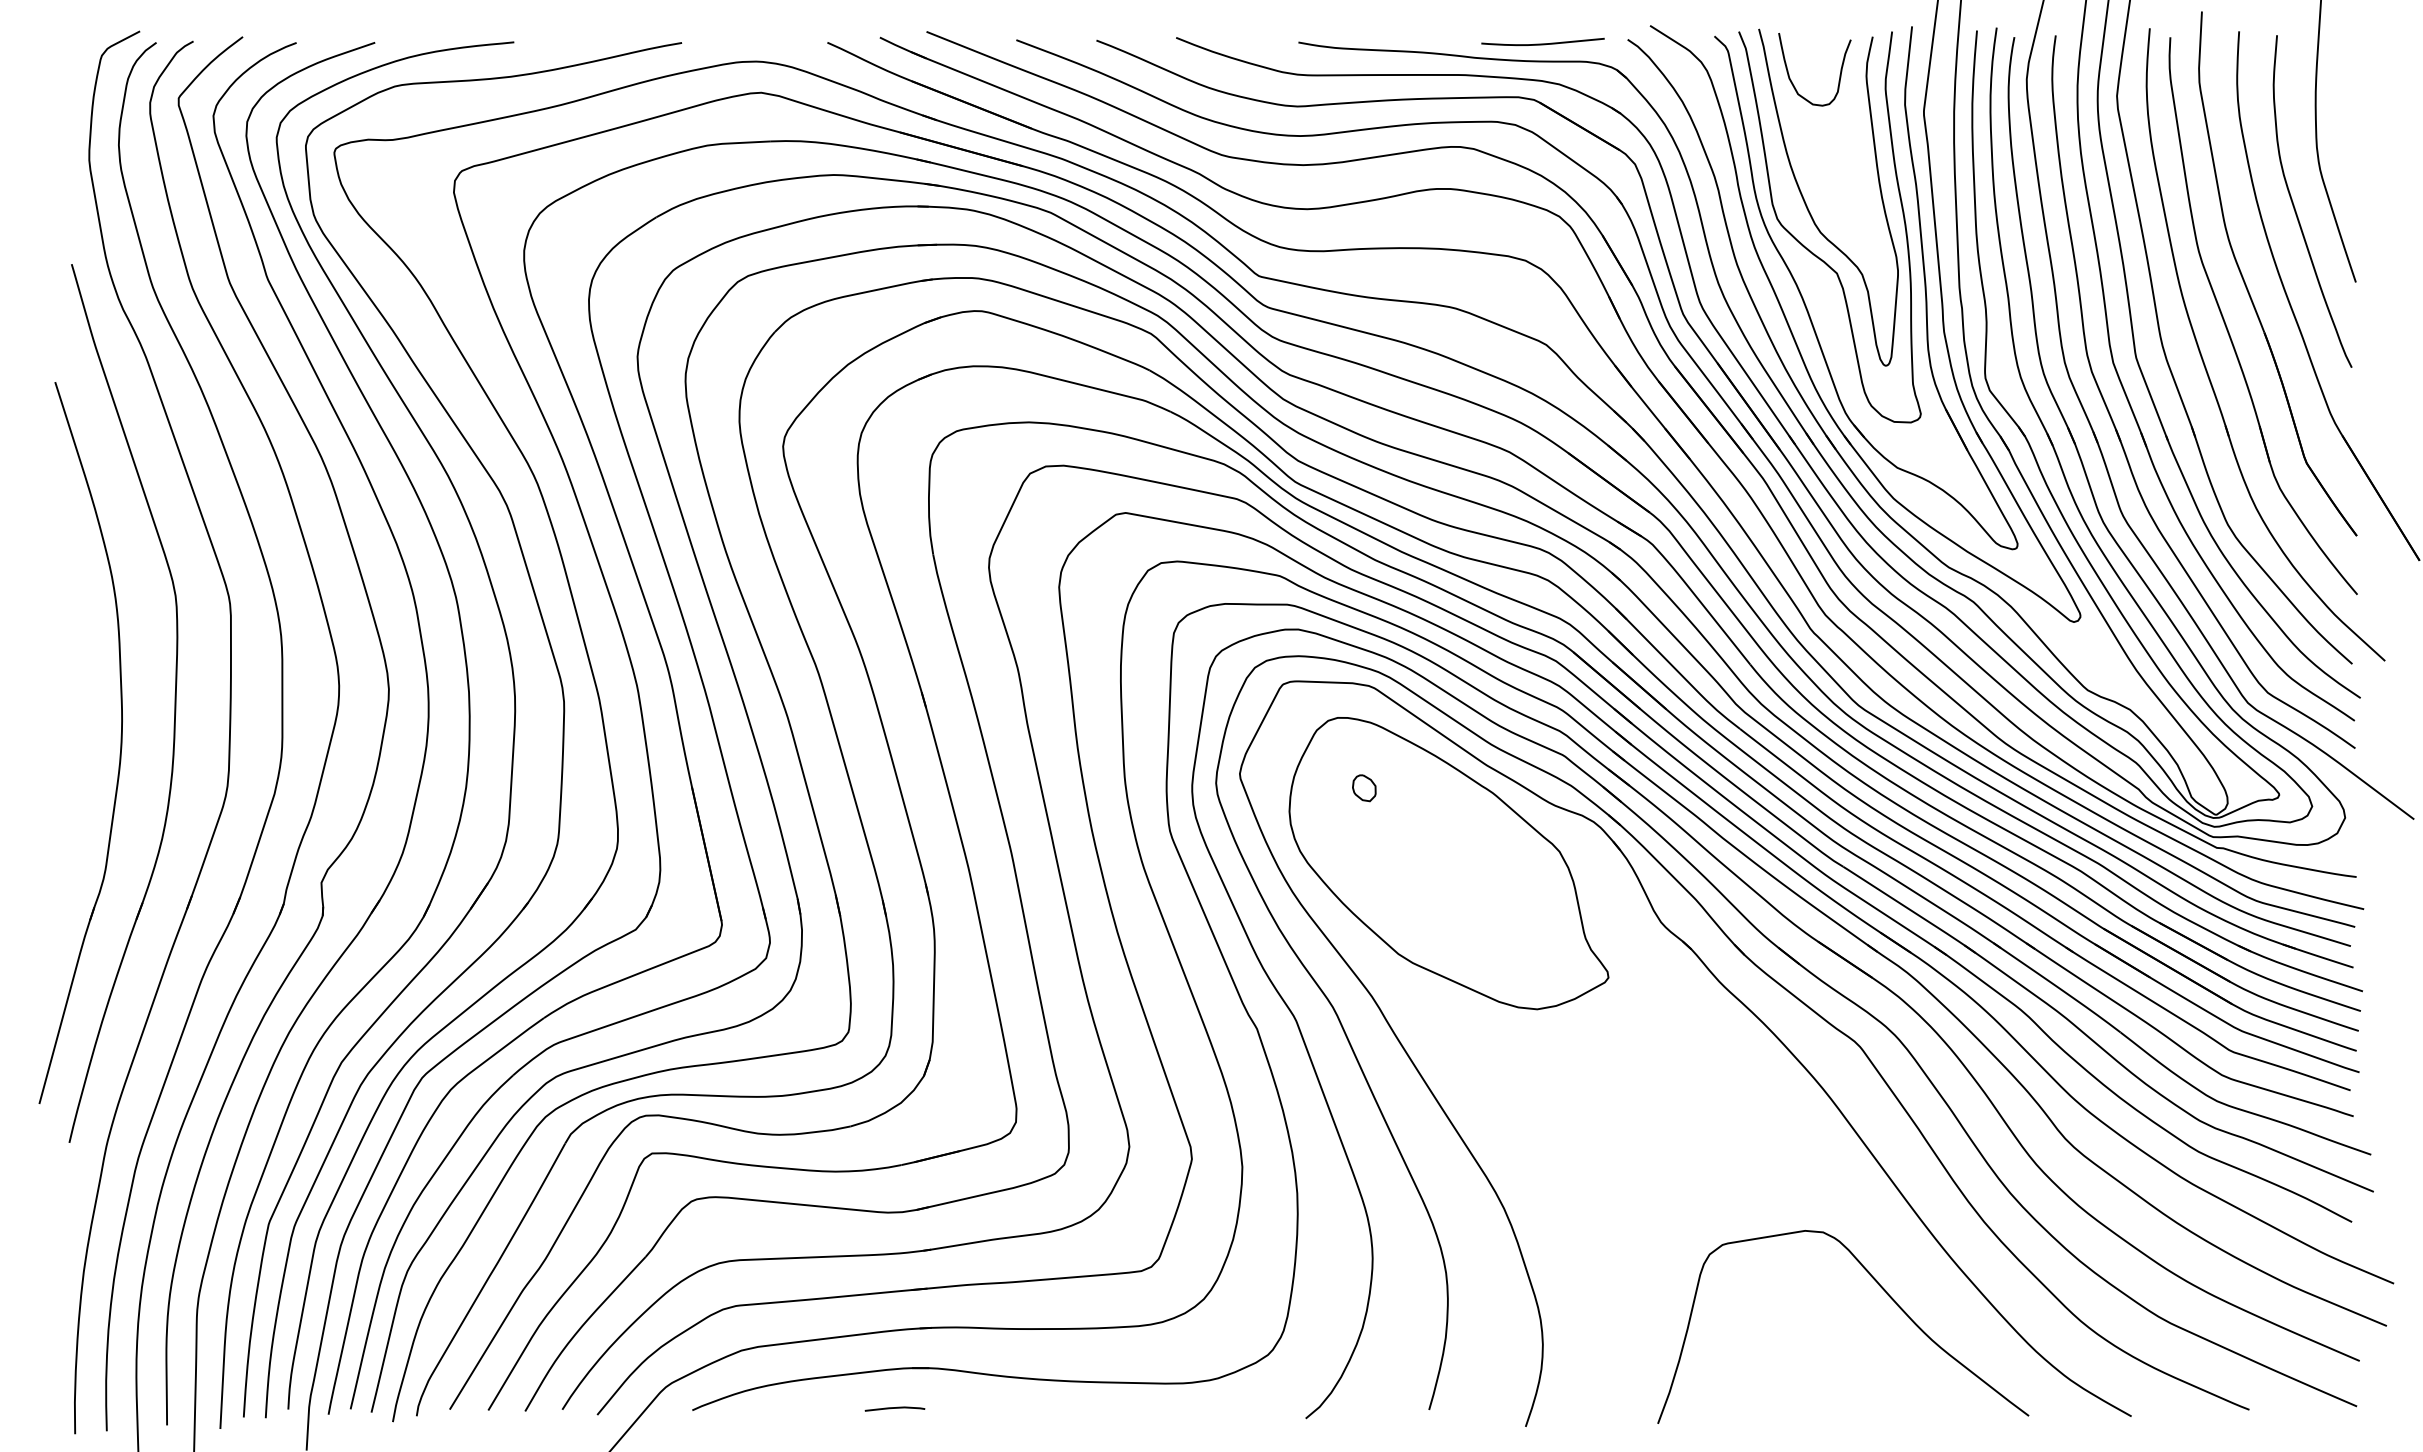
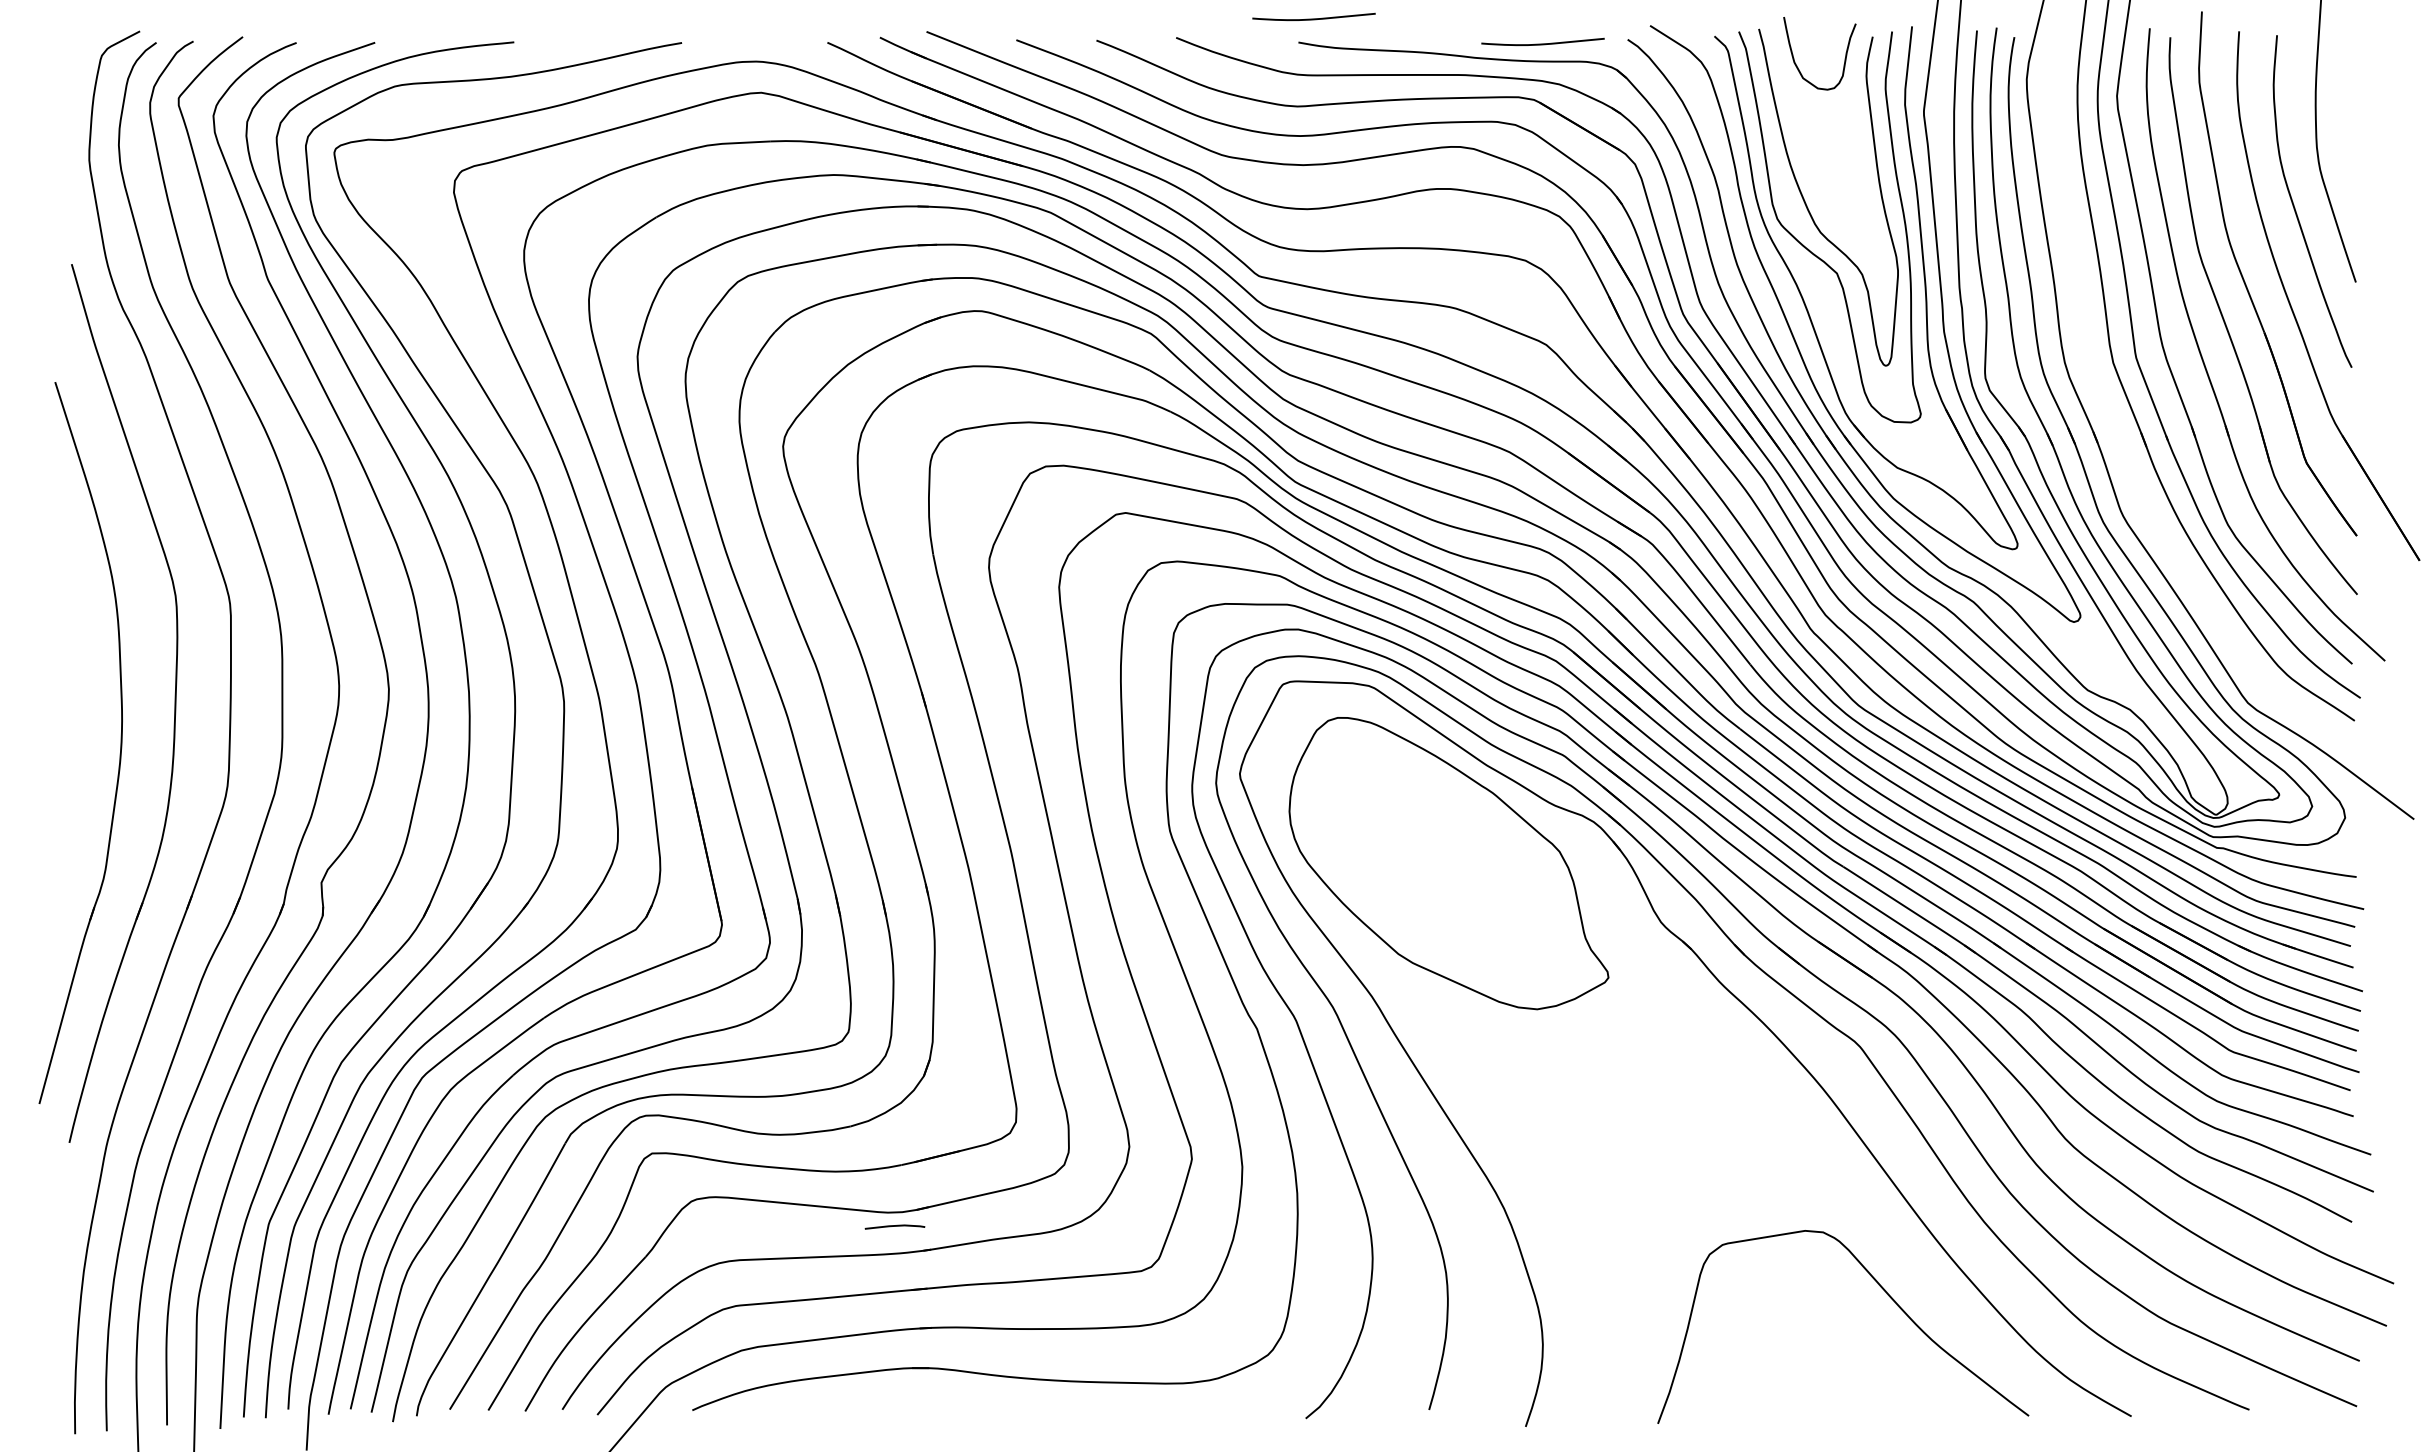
curve at (1313, 18): none -> present
curve at (1792, 81) position: (1792, 81) -> (1797, 65)
part at (2116, 427): present -> none
part at (1364, 788): present -> none
line at (894, 1408) position: (894, 1408) -> (894, 1226)
